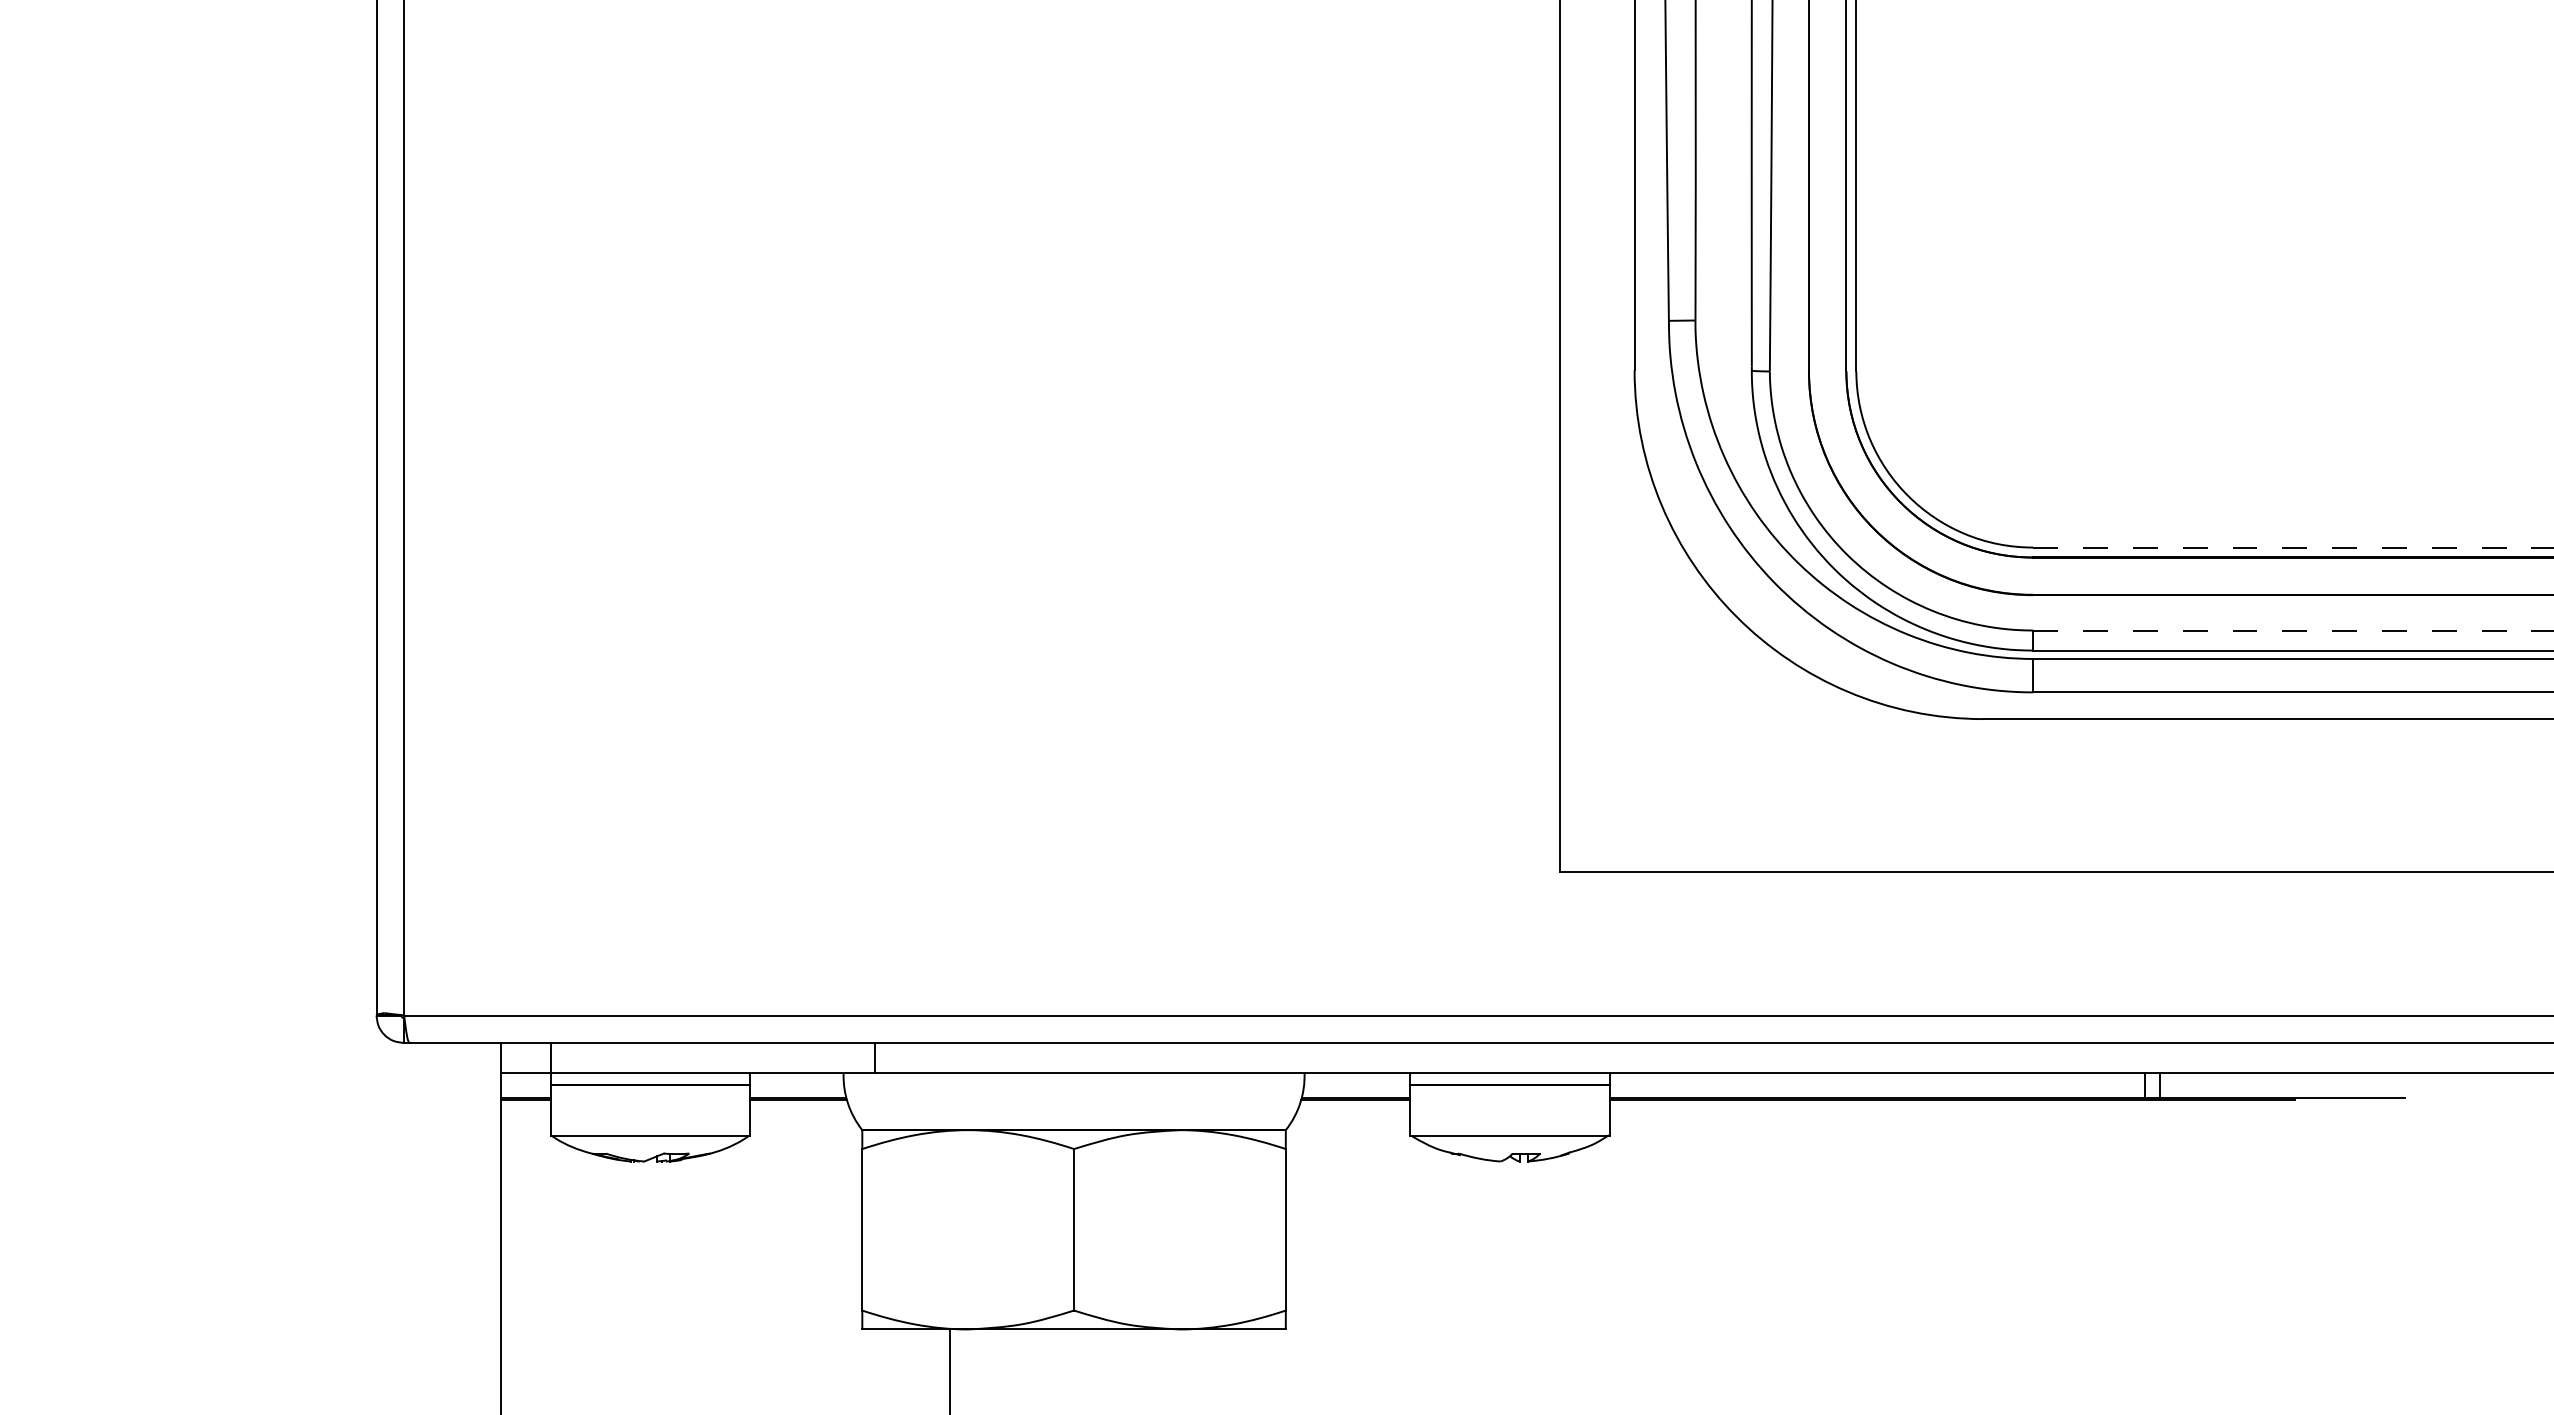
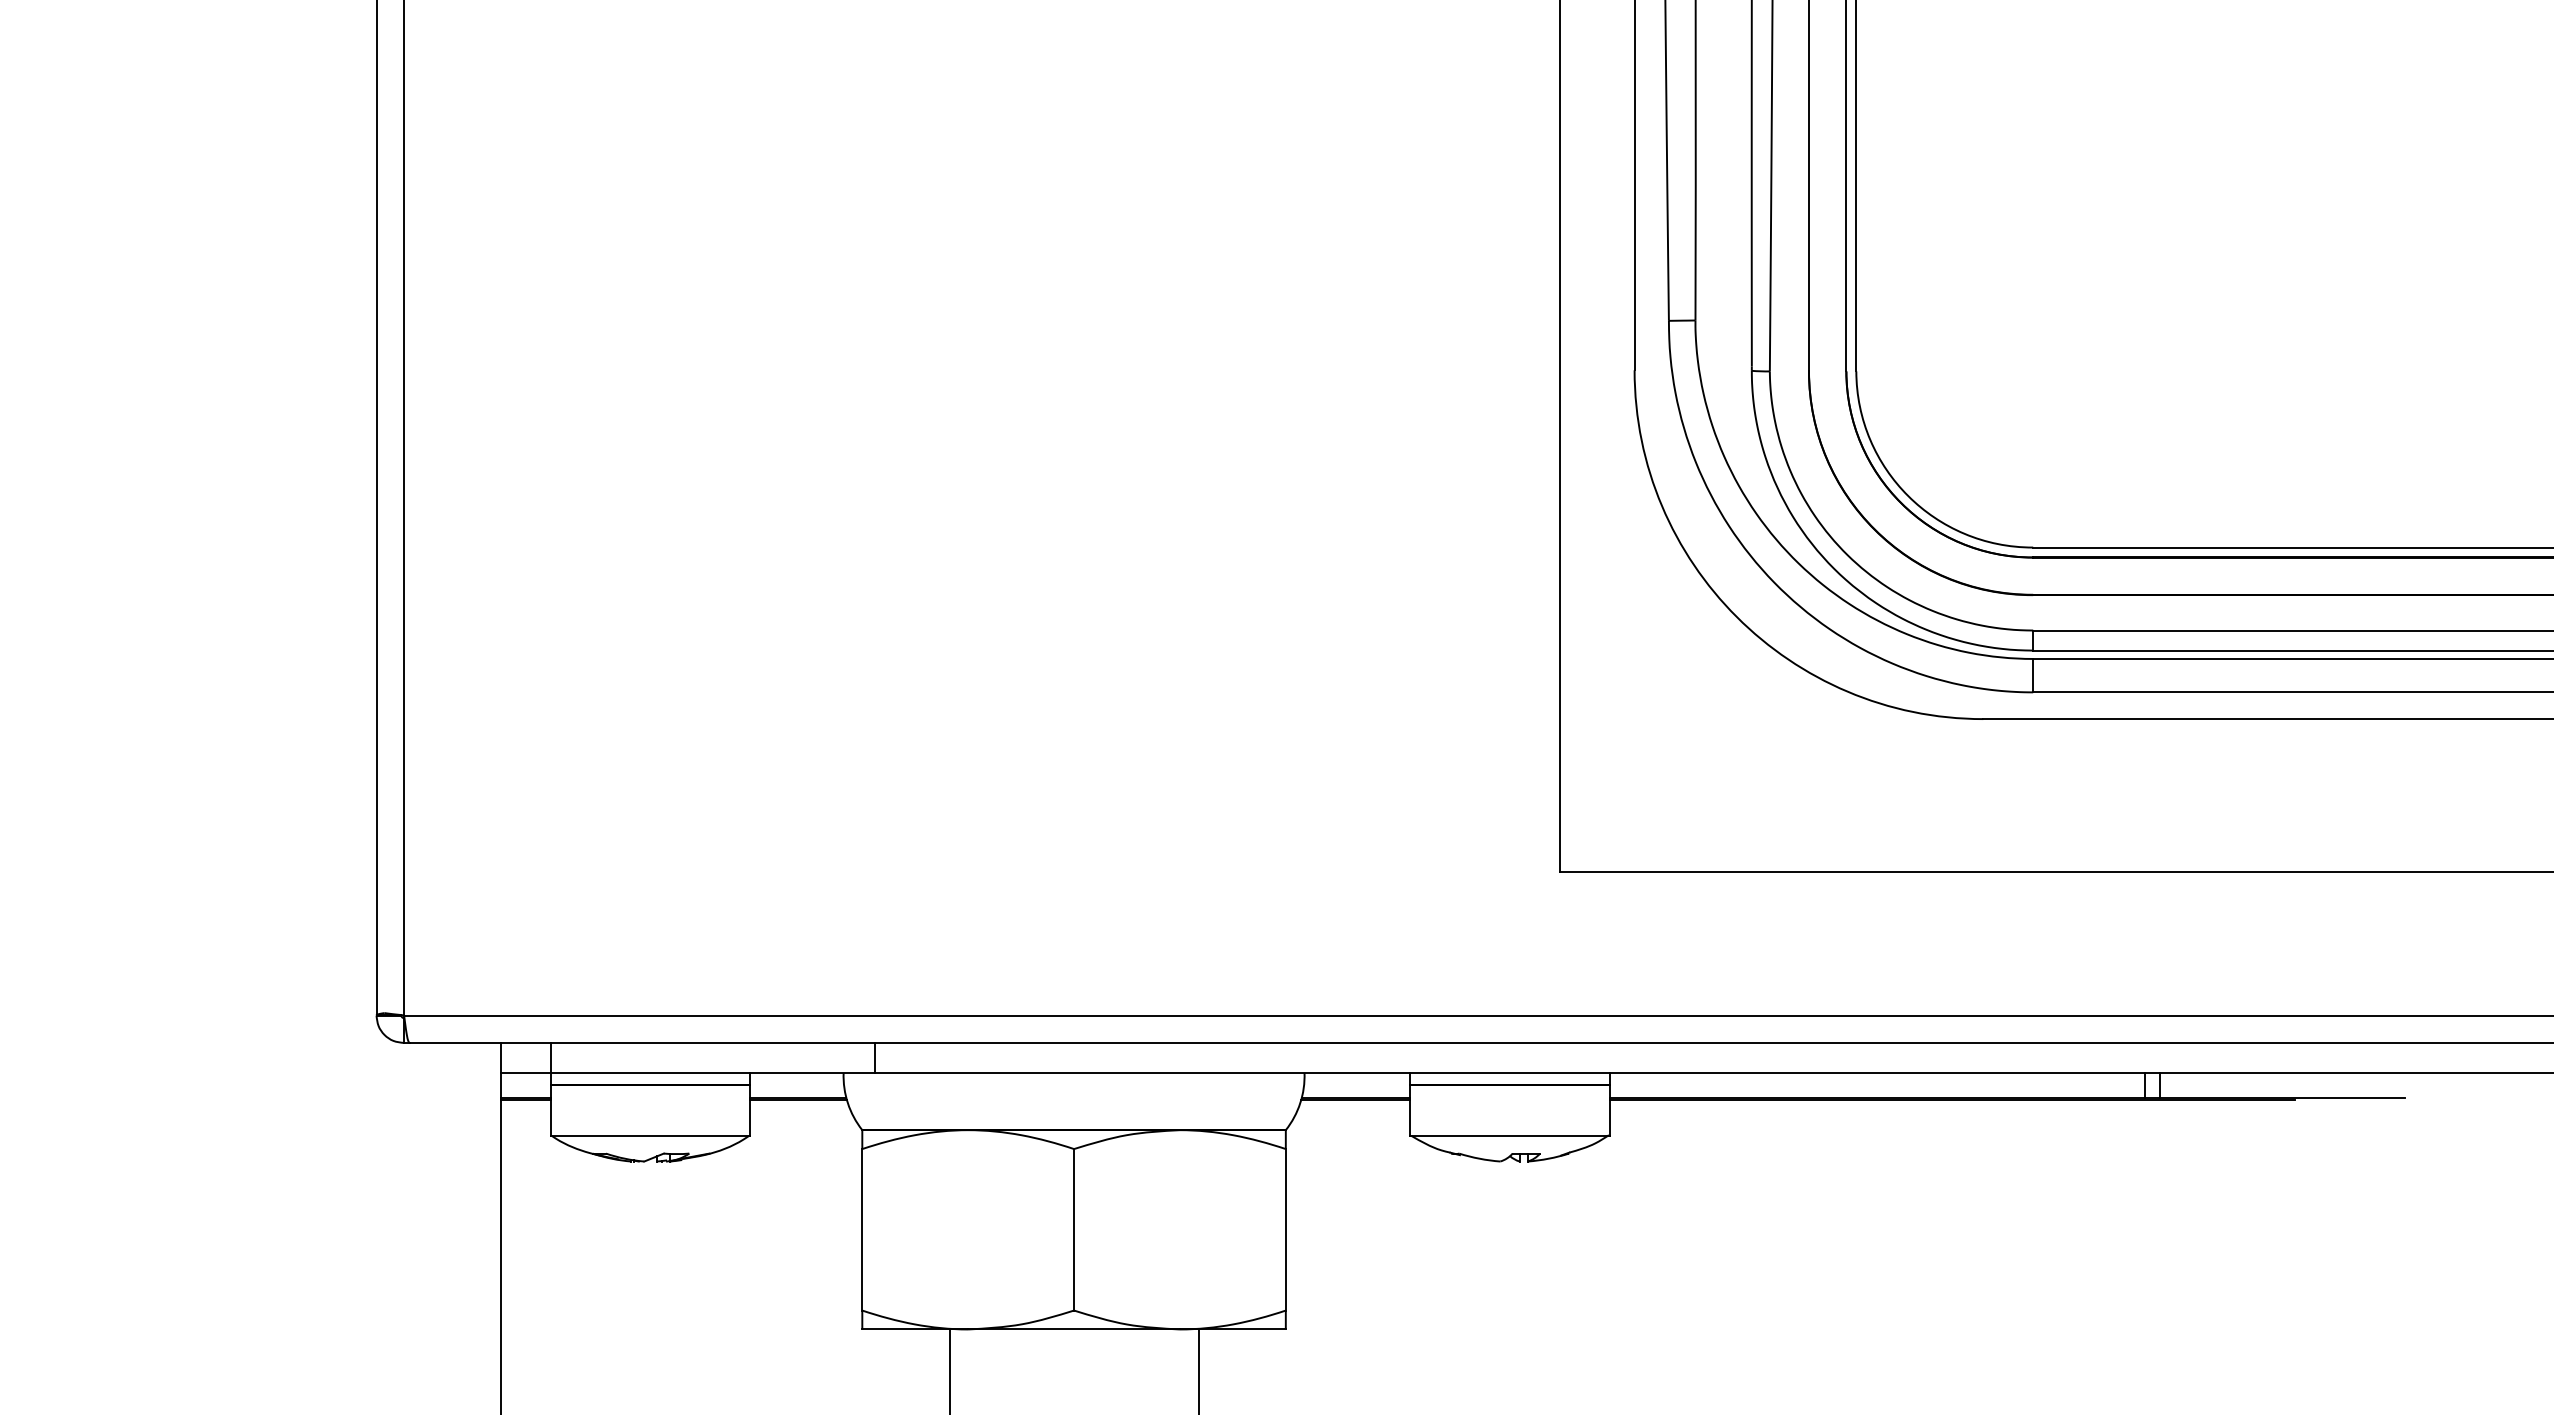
line at (2293, 547): dashed -> solid
line at (2293, 630): dashed -> solid
line at (1198, 1370): none -> present
